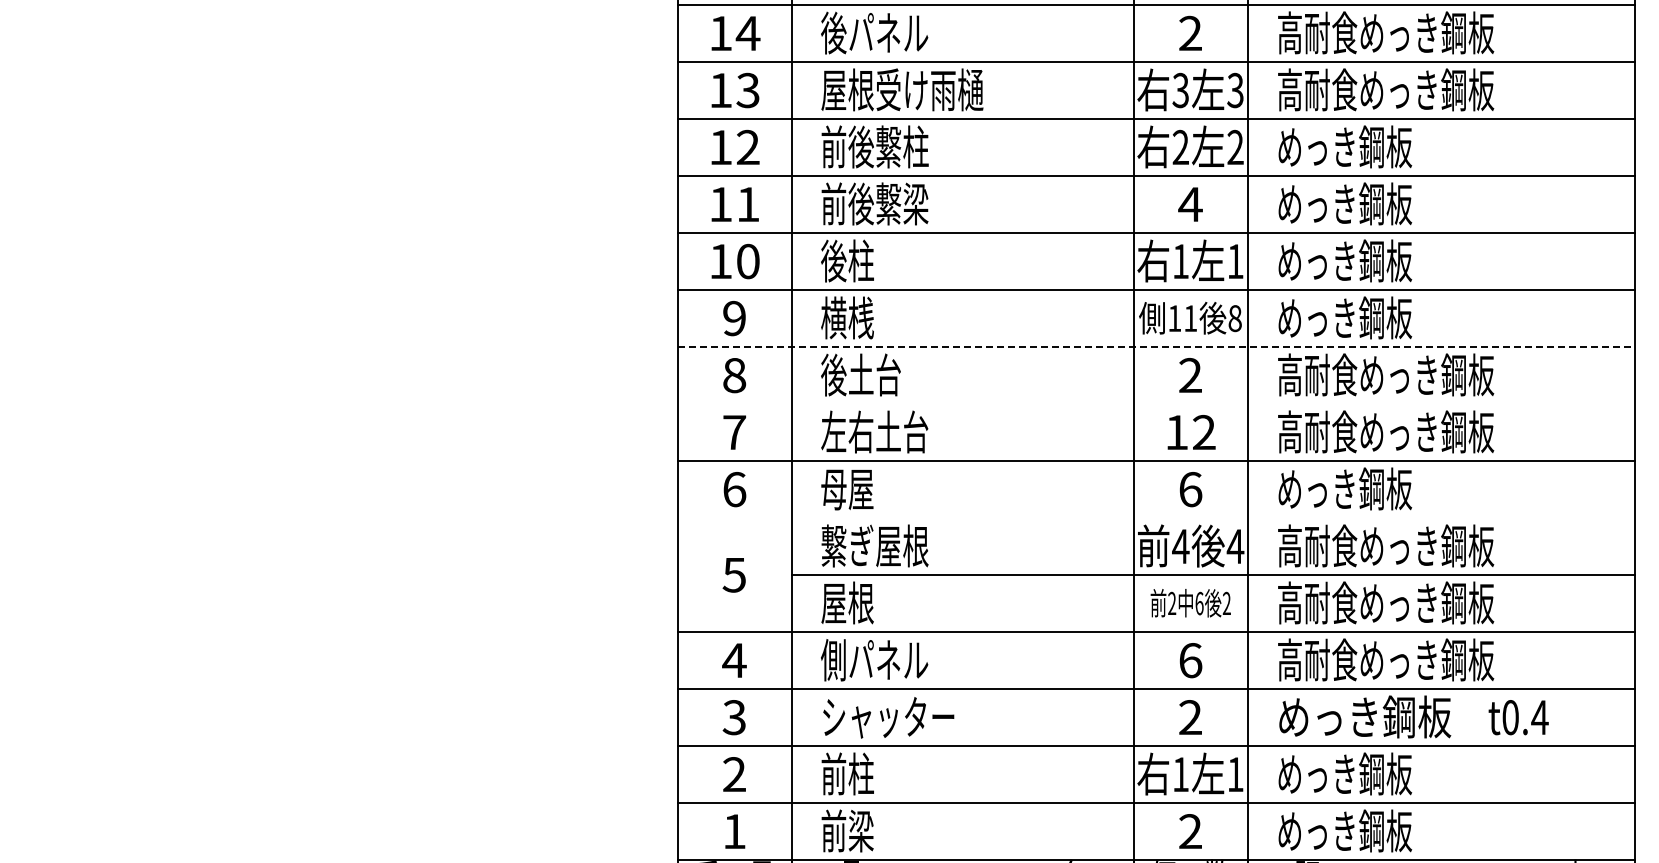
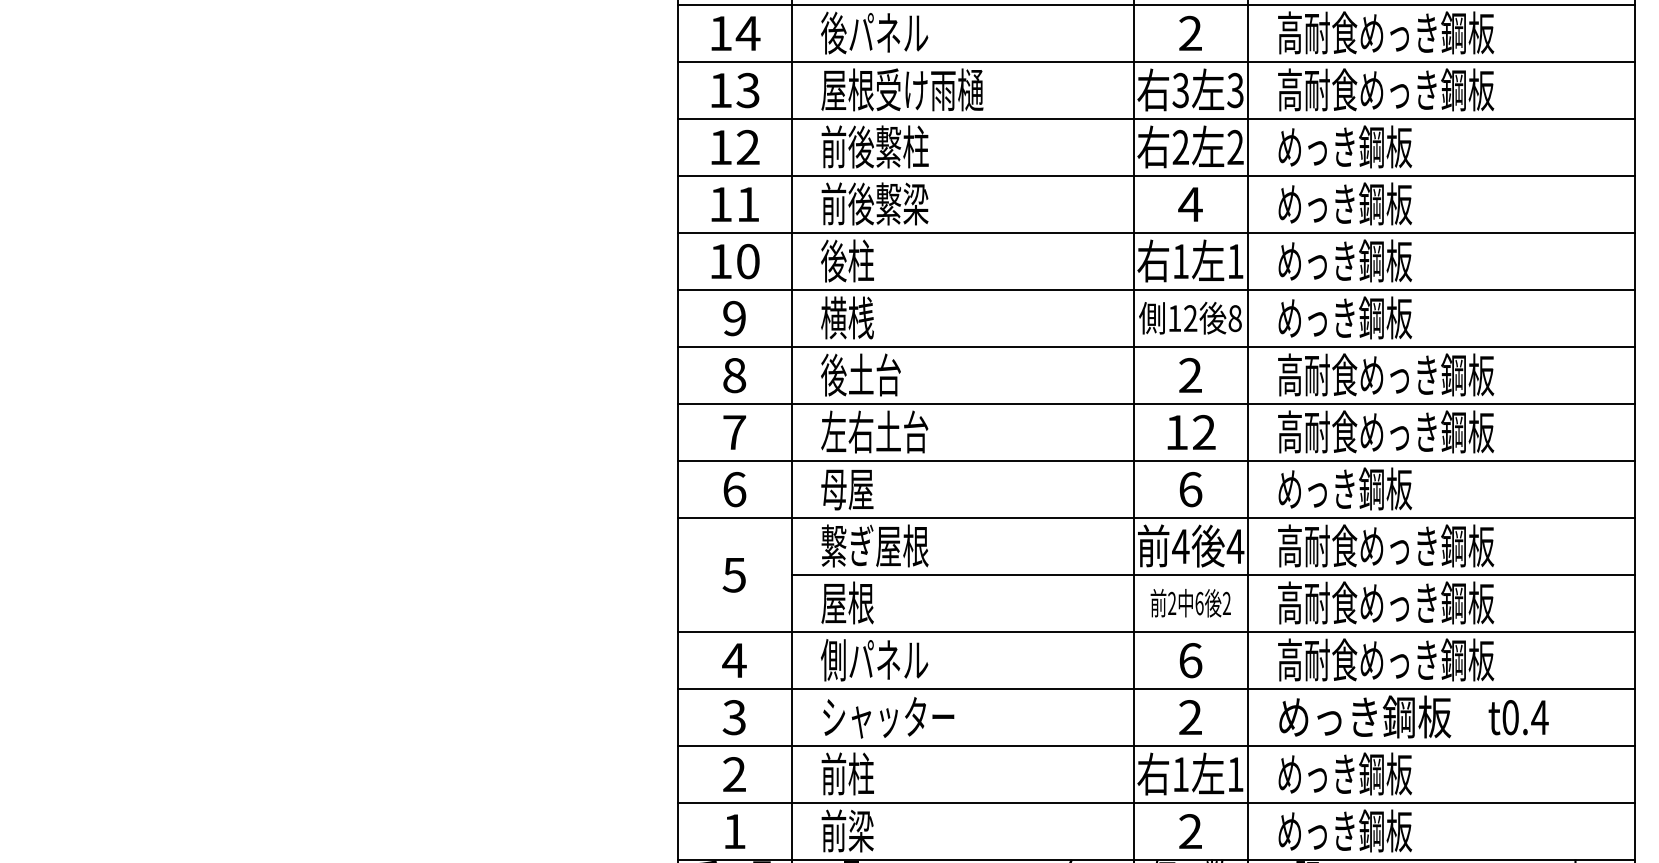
text at (1190, 318): 11 -> 12
line at (1156, 347): dashed -> solid
line at (1156, 404): none -> present
line at (1156, 518): none -> present
